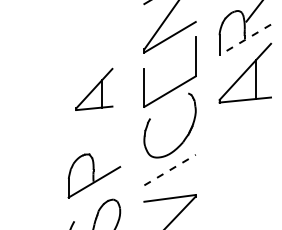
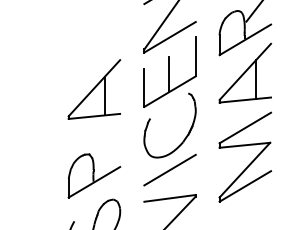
line at (245, 39): dashed -> solid
line at (168, 74): none -> present
part at (94, 88) size: 39x44 px -> 55x61 px
part at (251, 161): none -> present
line at (170, 170): dashed -> solid
